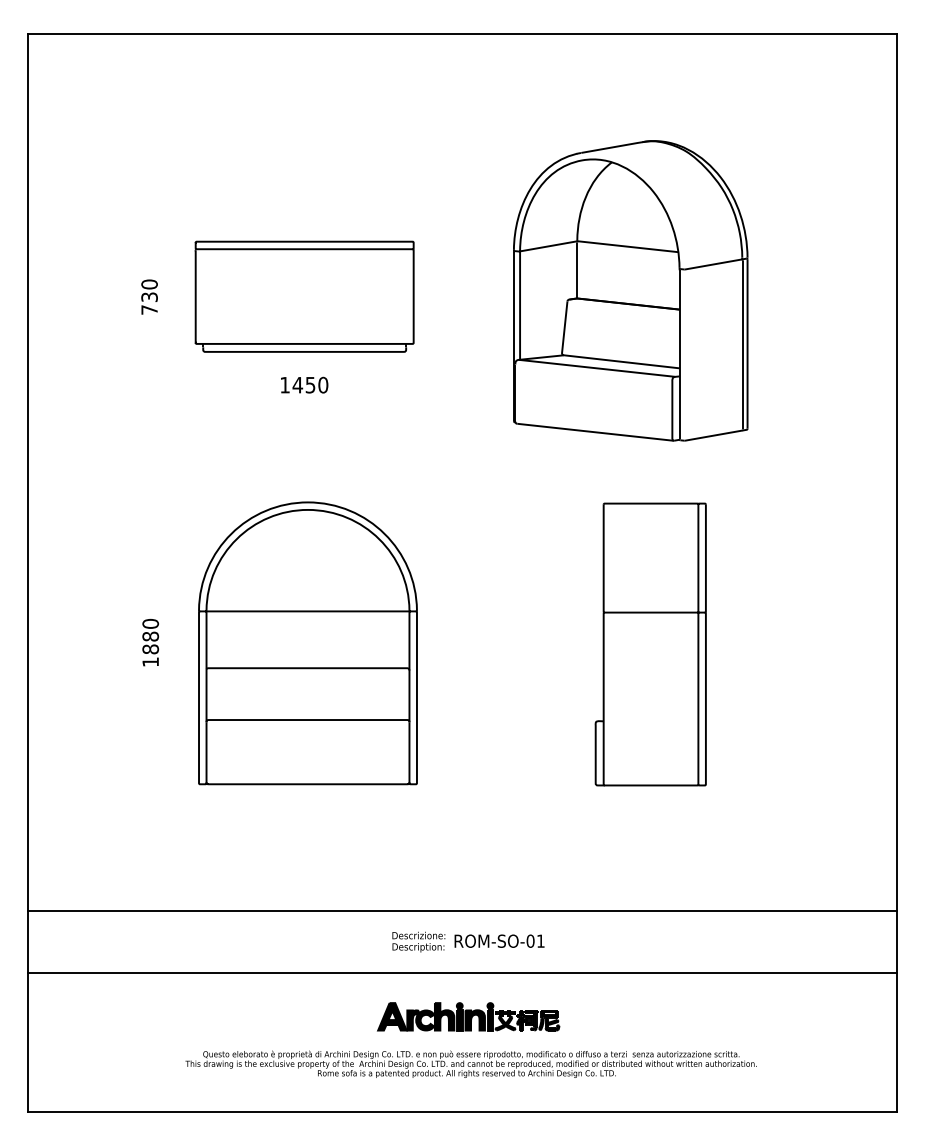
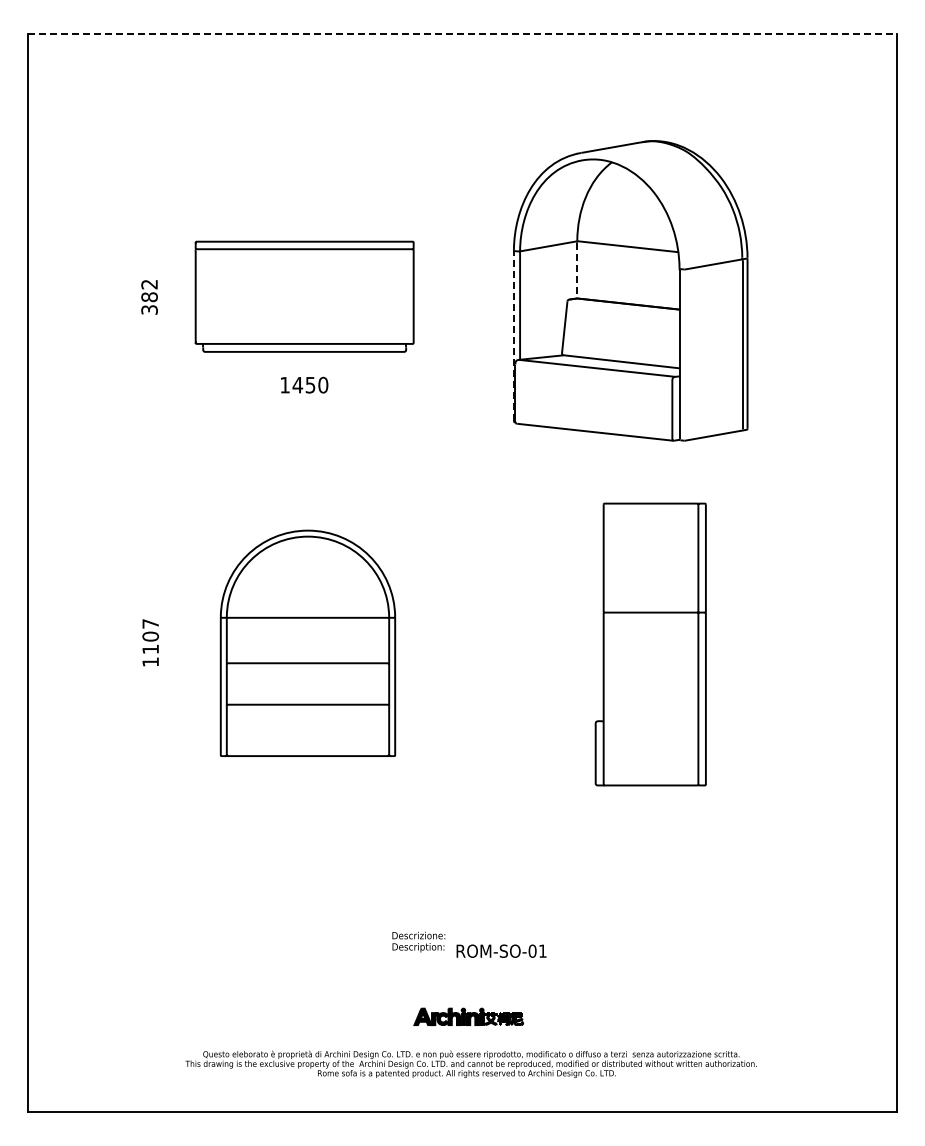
line at (462, 34): solid -> dashed
line at (577, 270): solid -> dashed
text at (149, 296): 730 -> 382
line at (513, 336): solid -> dashed
text at (150, 636): 1880 -> 1107
part at (307, 643) size: 220x285 px -> 178x228 px
line at (462, 911): present -> none
text at (499, 940) position: (499, 940) -> (501, 950)
line at (462, 973): present -> none
part at (468, 1016) size: 184x30 px -> 111x20 px
